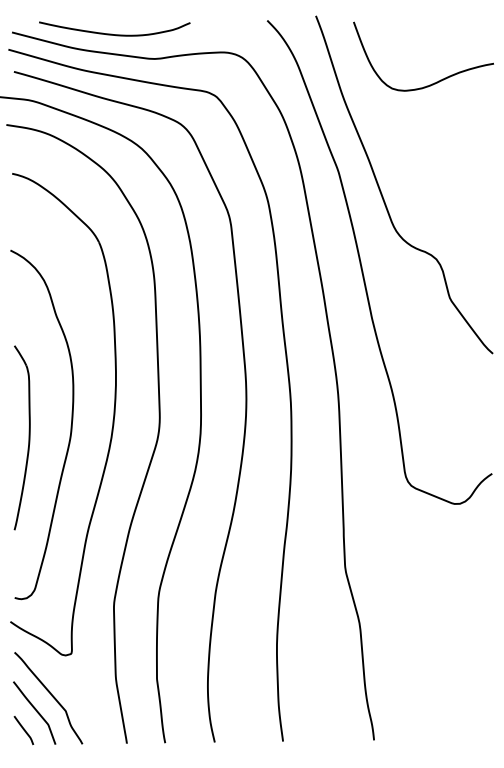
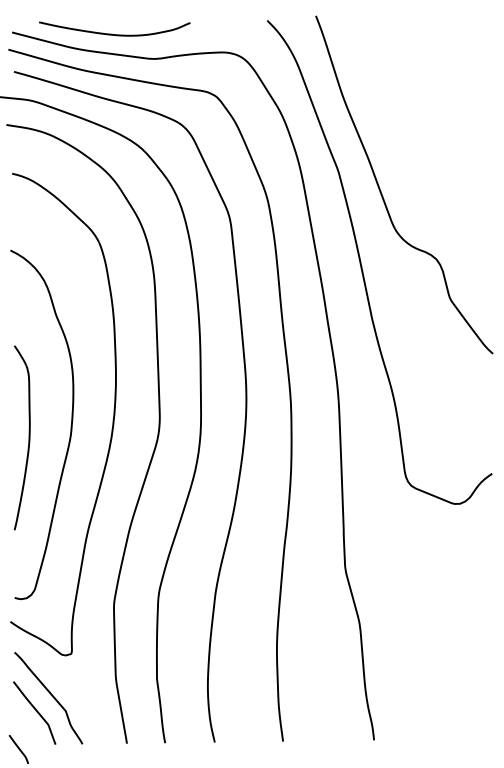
curve at (436, 81): present -> none
curve at (23, 730) position: (23, 730) -> (18, 749)
